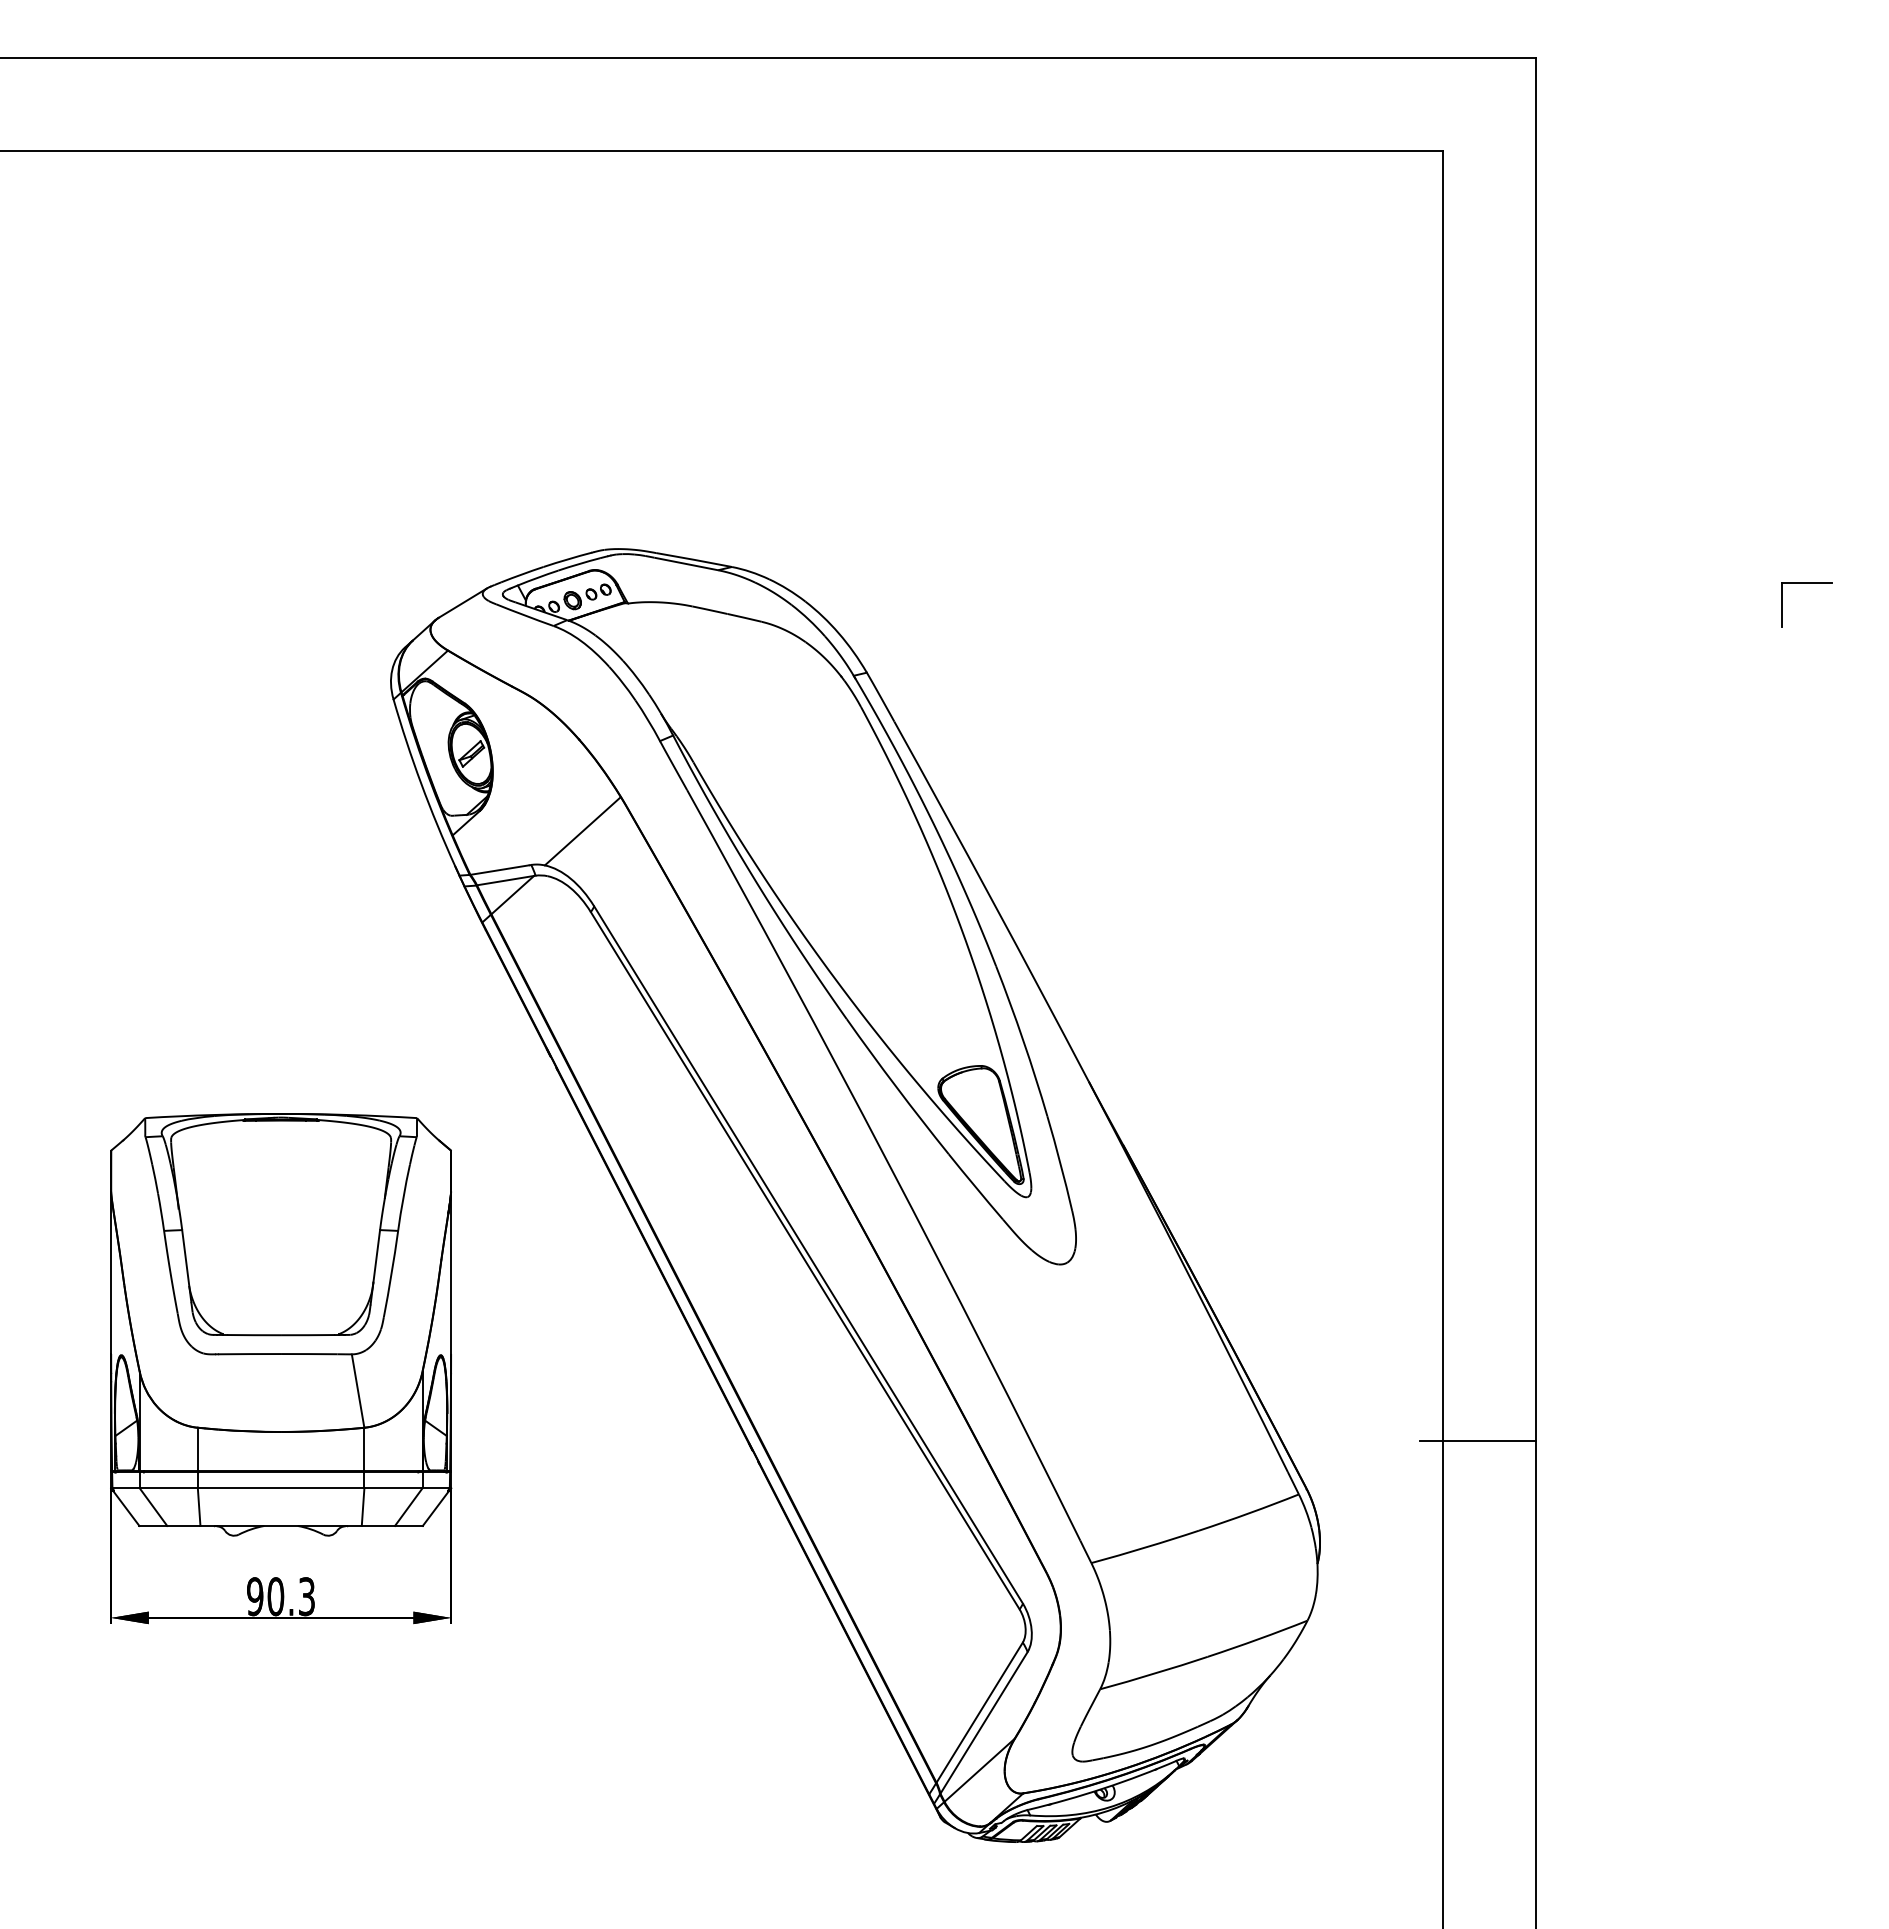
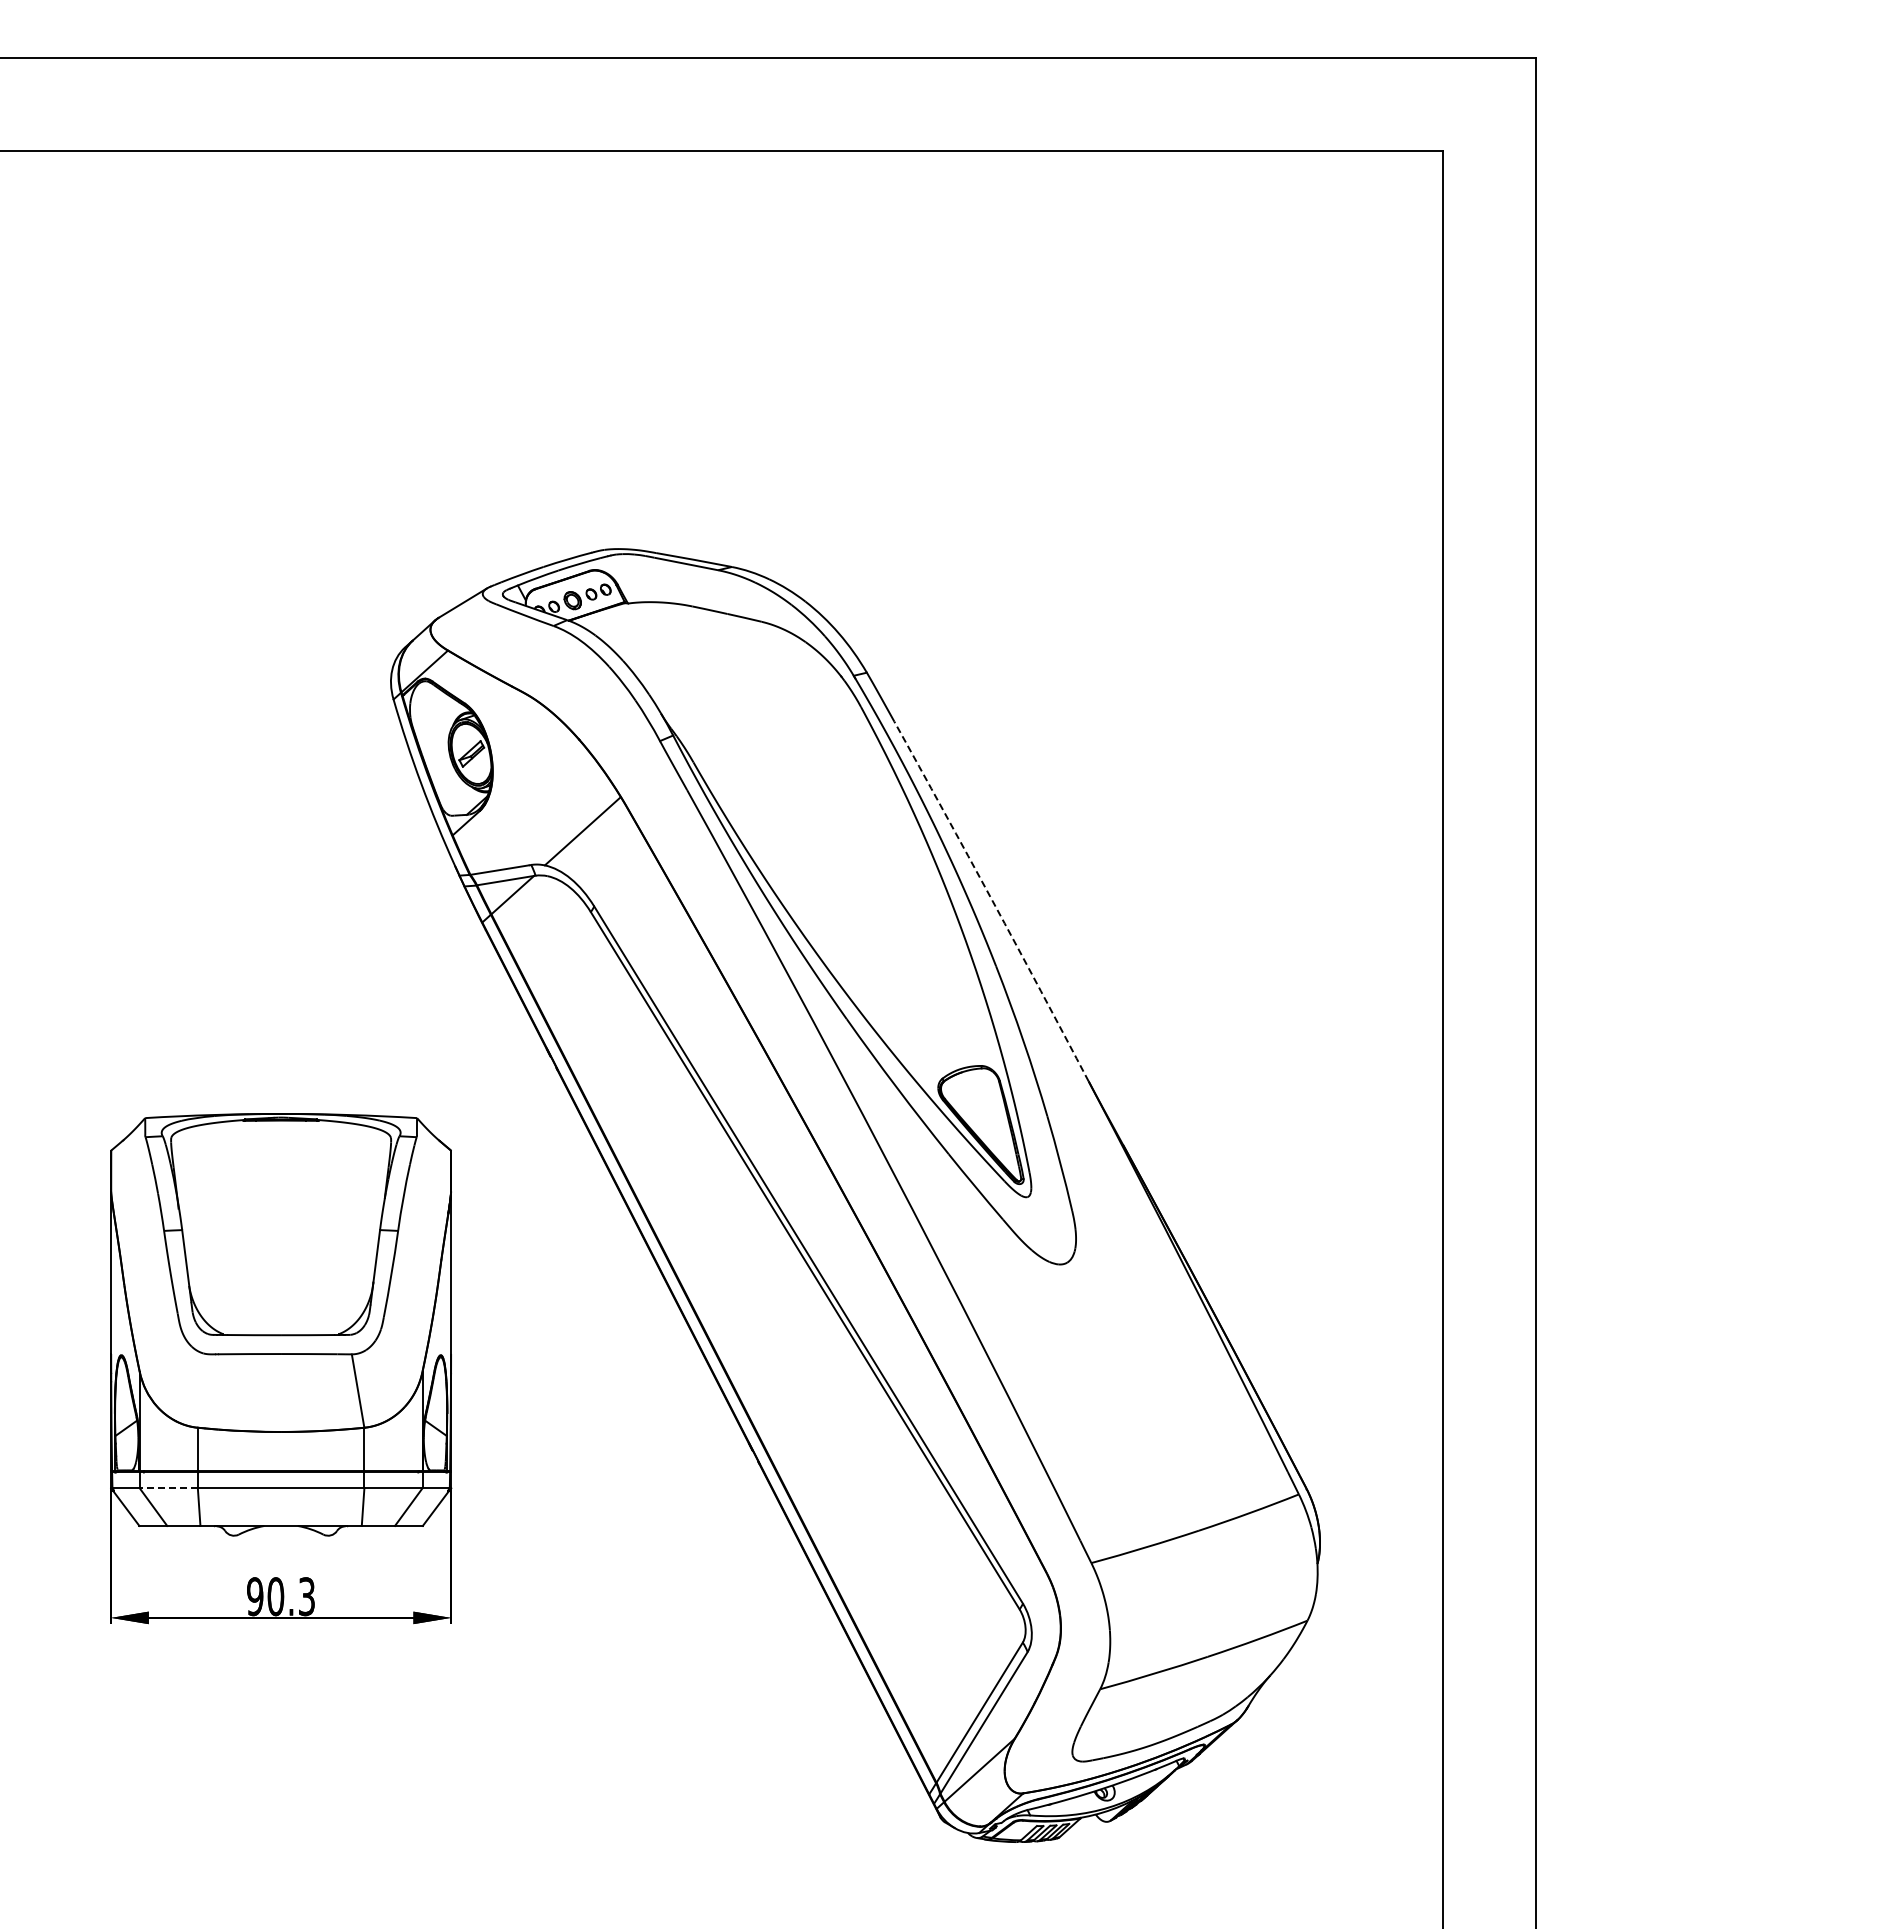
part at (1806, 583): present -> none
arc at (992, 900): solid -> dashed
line at (1477, 1441): present -> none
line at (168, 1488): solid -> dashed
